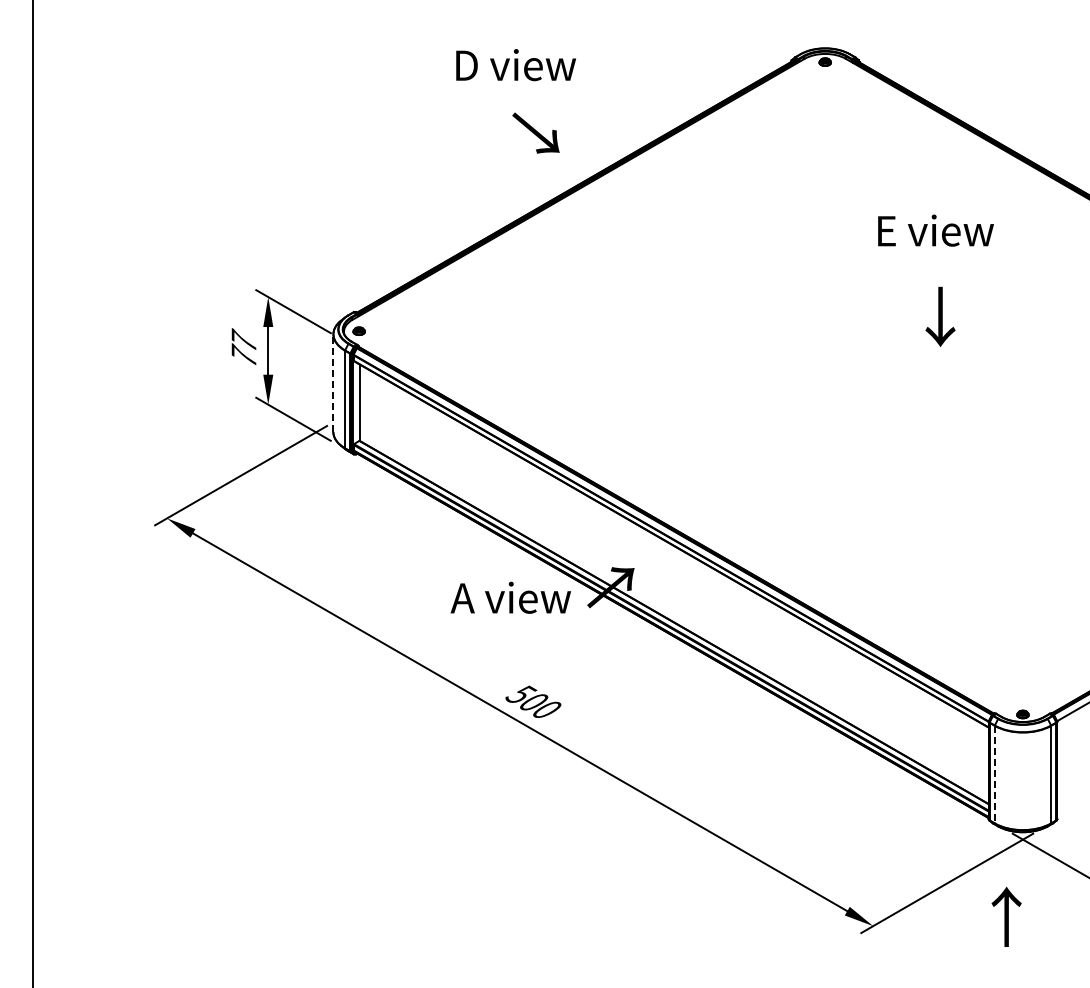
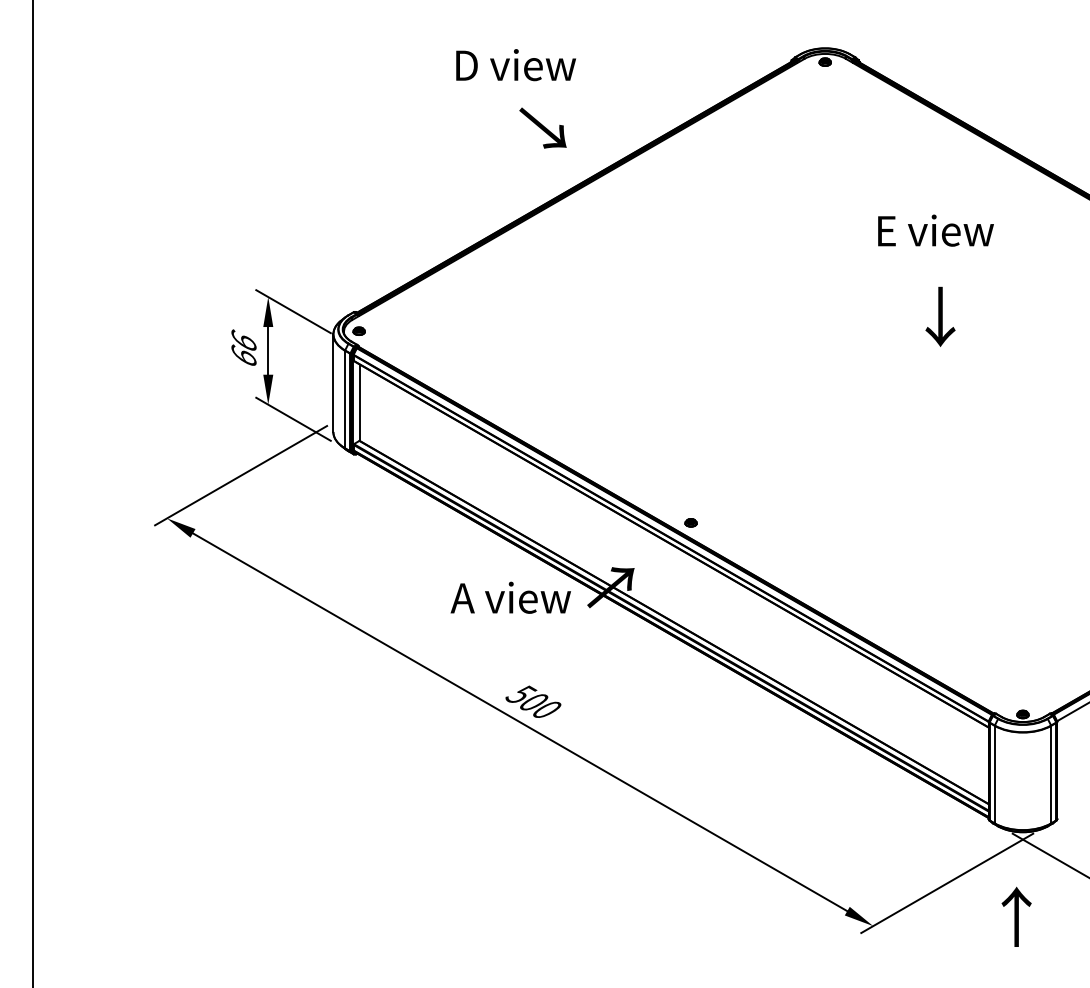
text at (535, 132) position: (535, 132) -> (542, 127)
text at (243, 346): 77 -> 66
line at (333, 383): dashed -> solid
part at (690, 522): none -> present
line at (994, 774): dashed -> solid
text at (1006, 916) position: (1006, 916) -> (1016, 916)
